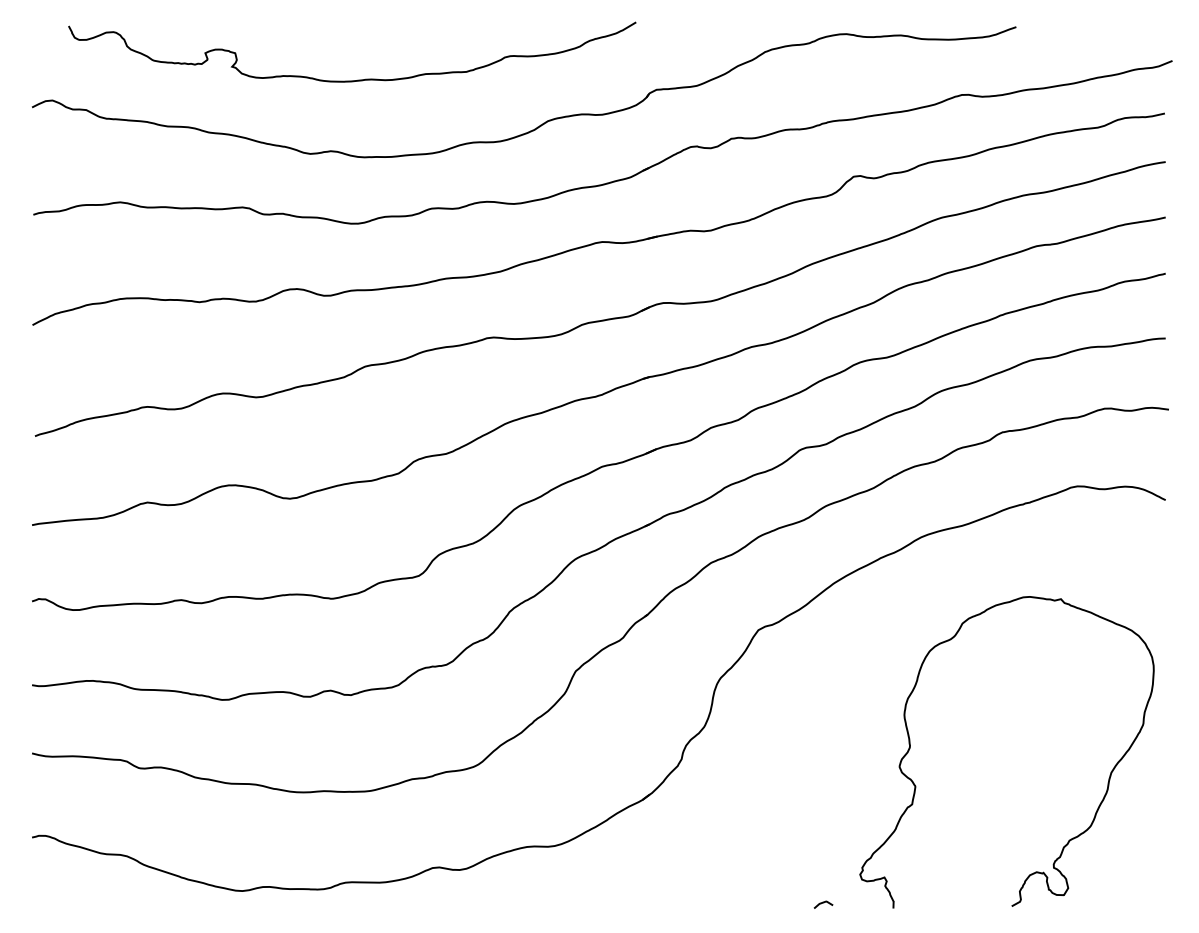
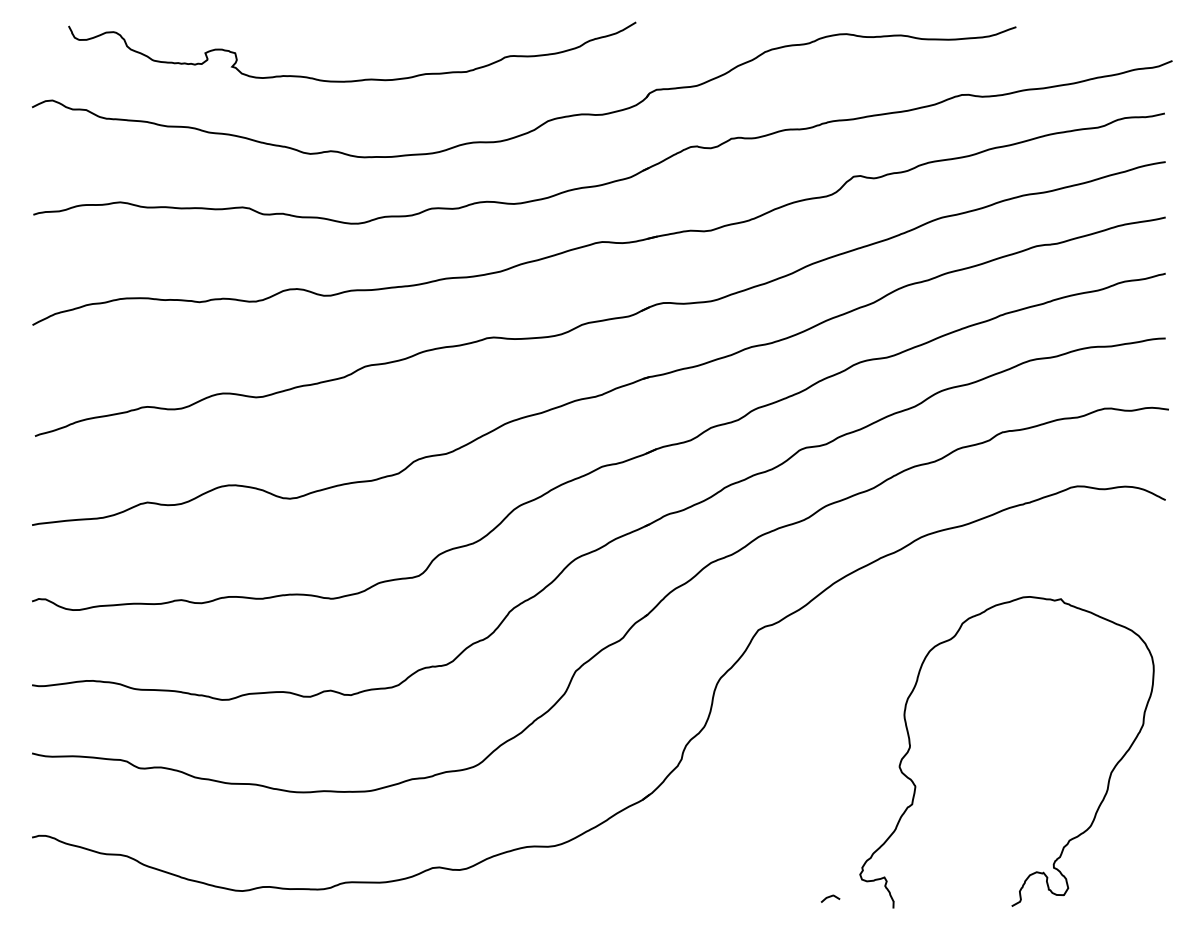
curve at (823, 903) position: (823, 903) -> (830, 897)
